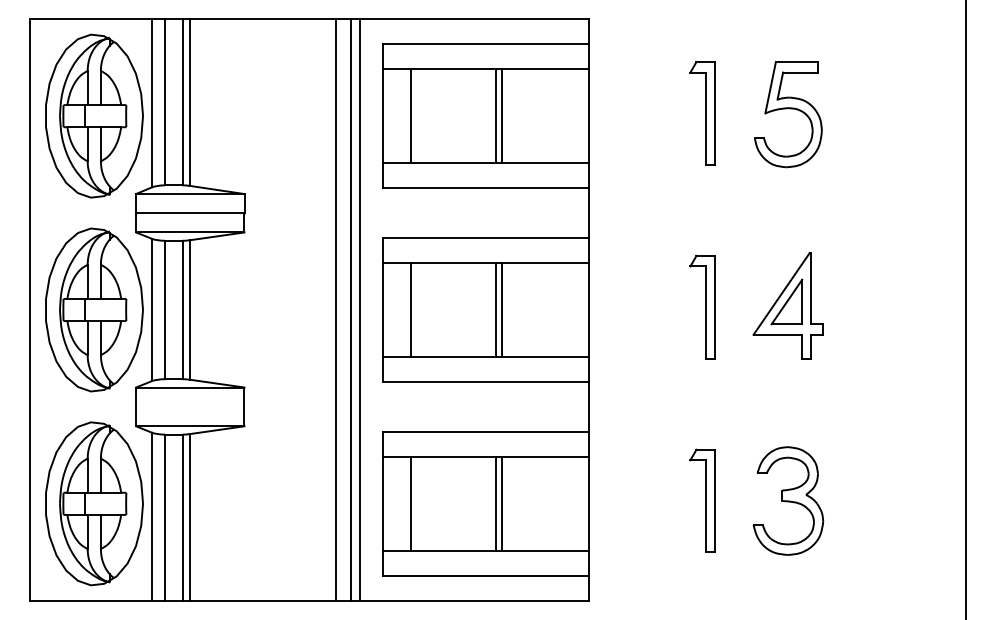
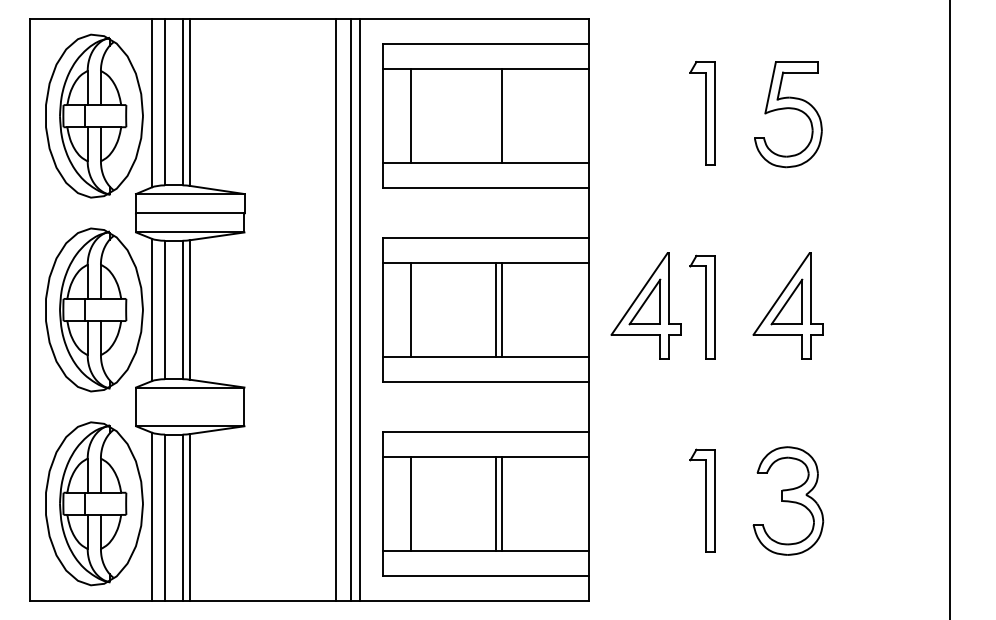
line at (496, 116): present -> none
part at (645, 305): none -> present
line at (966, 309) position: (966, 309) -> (950, 309)
